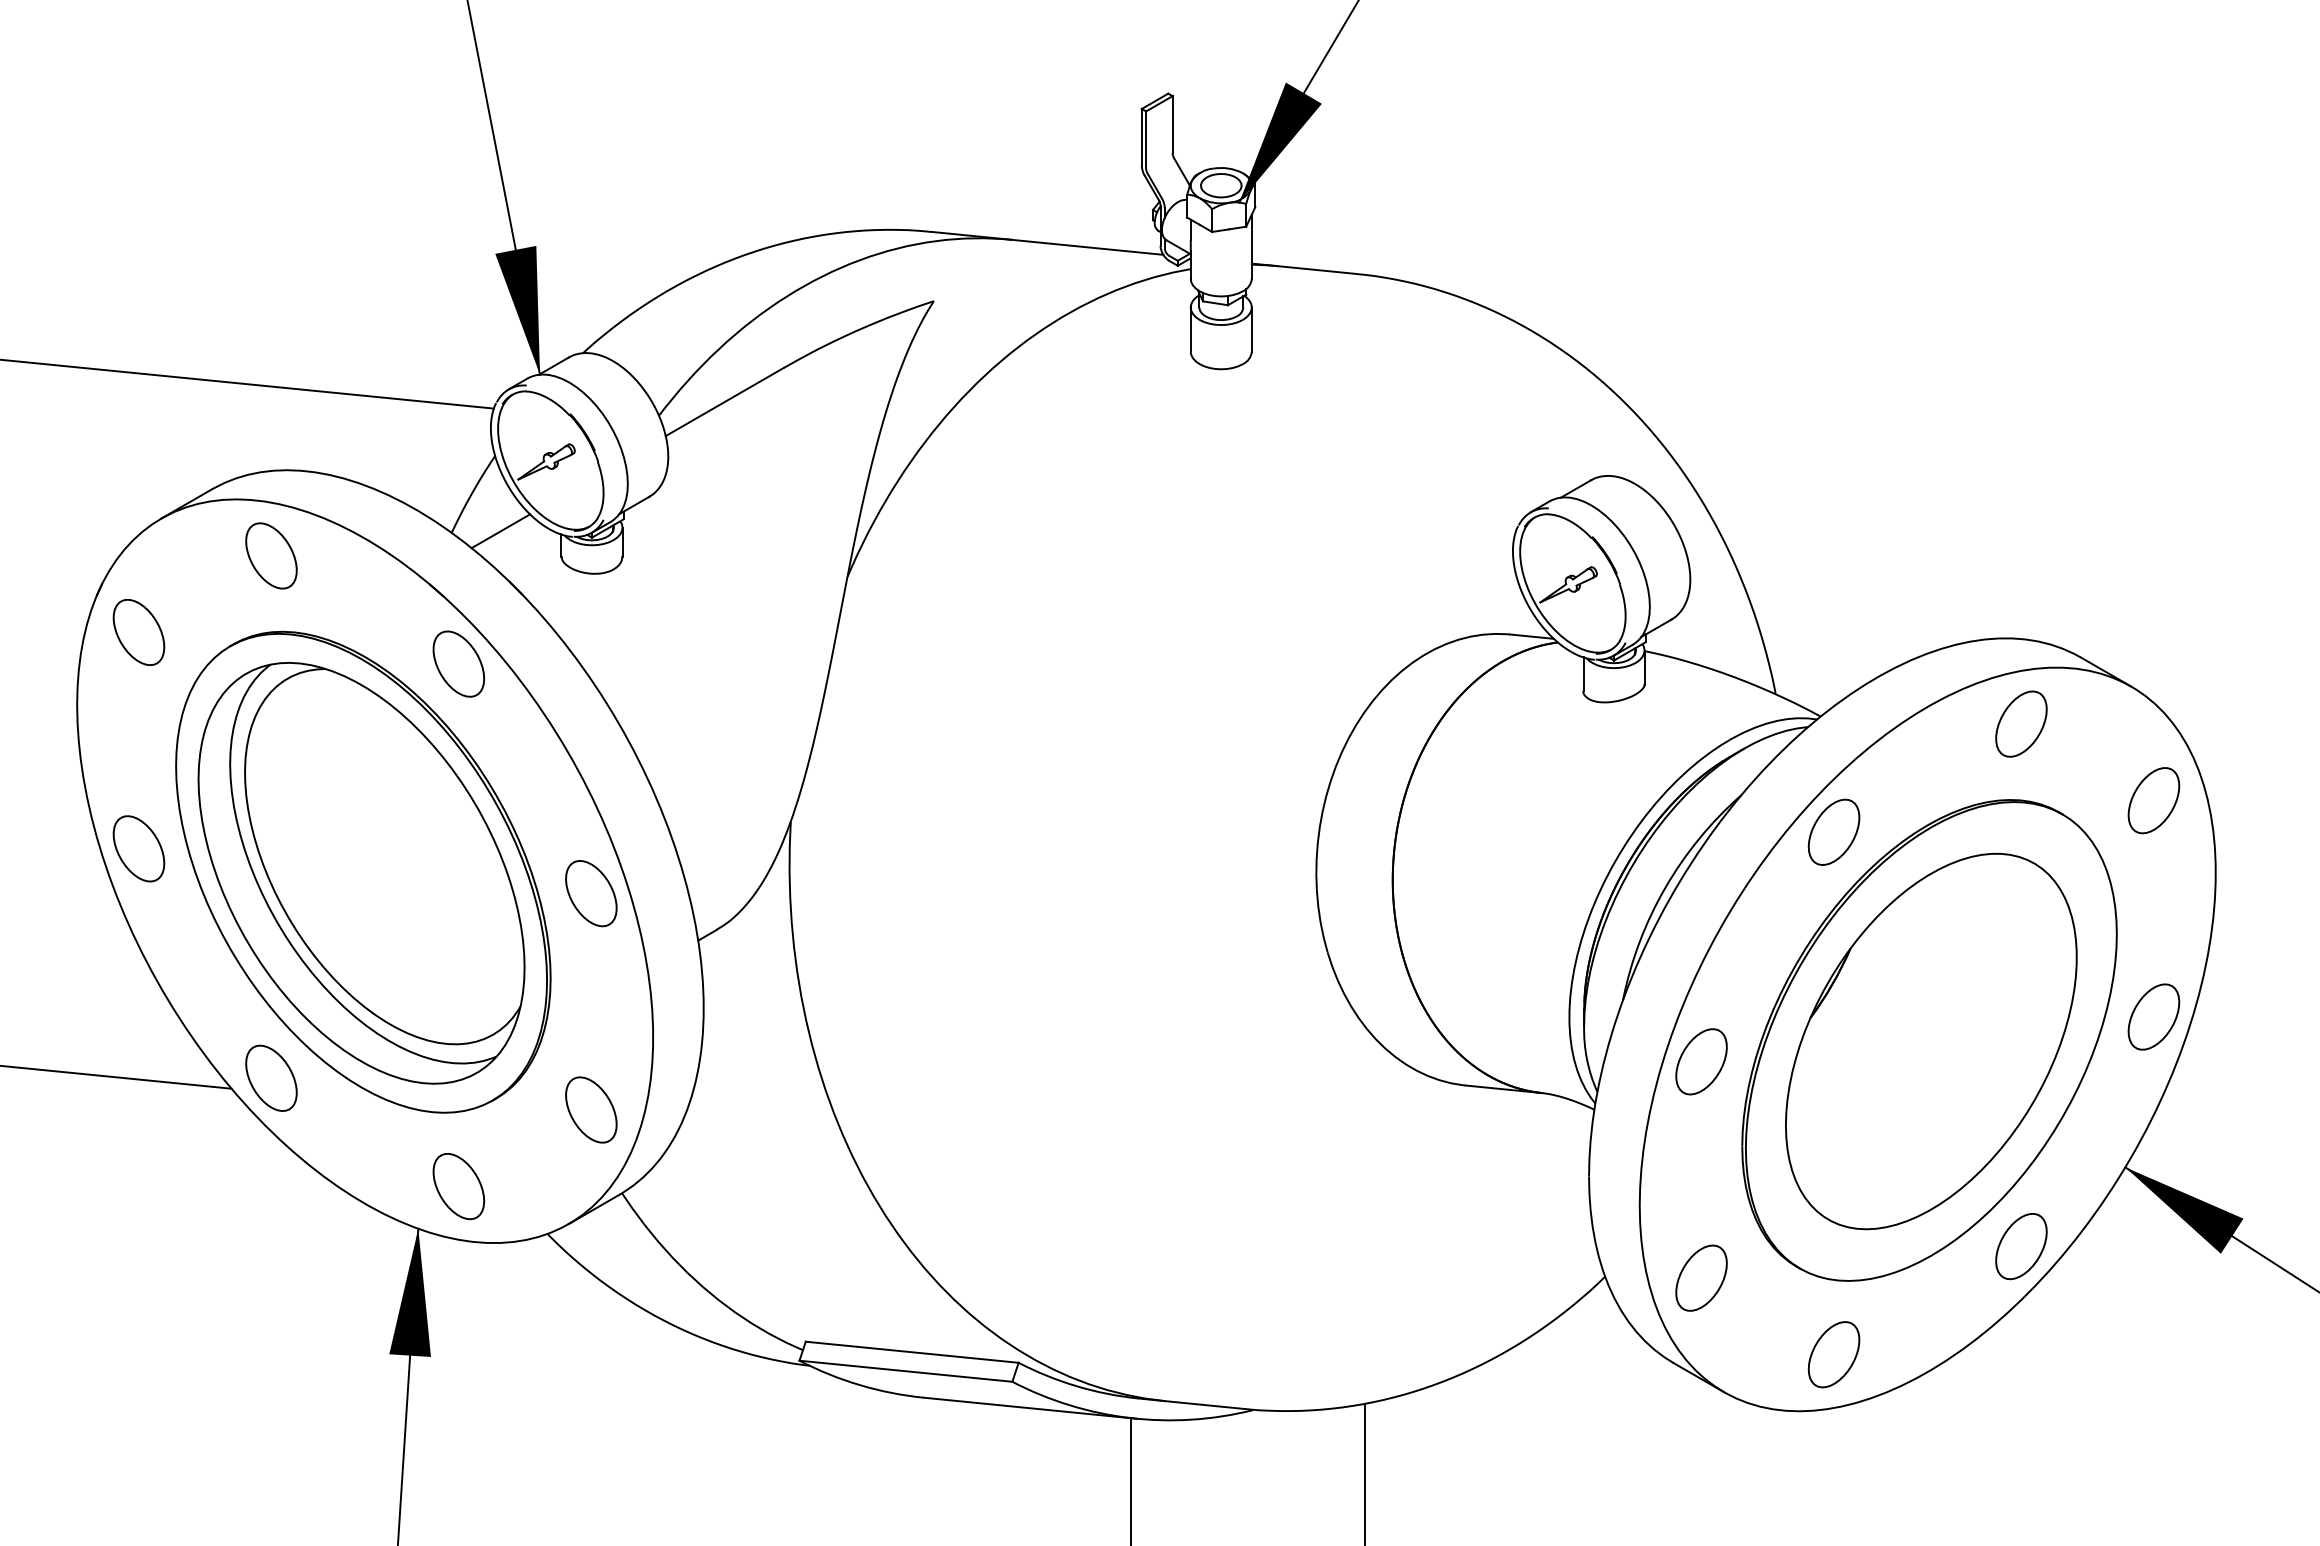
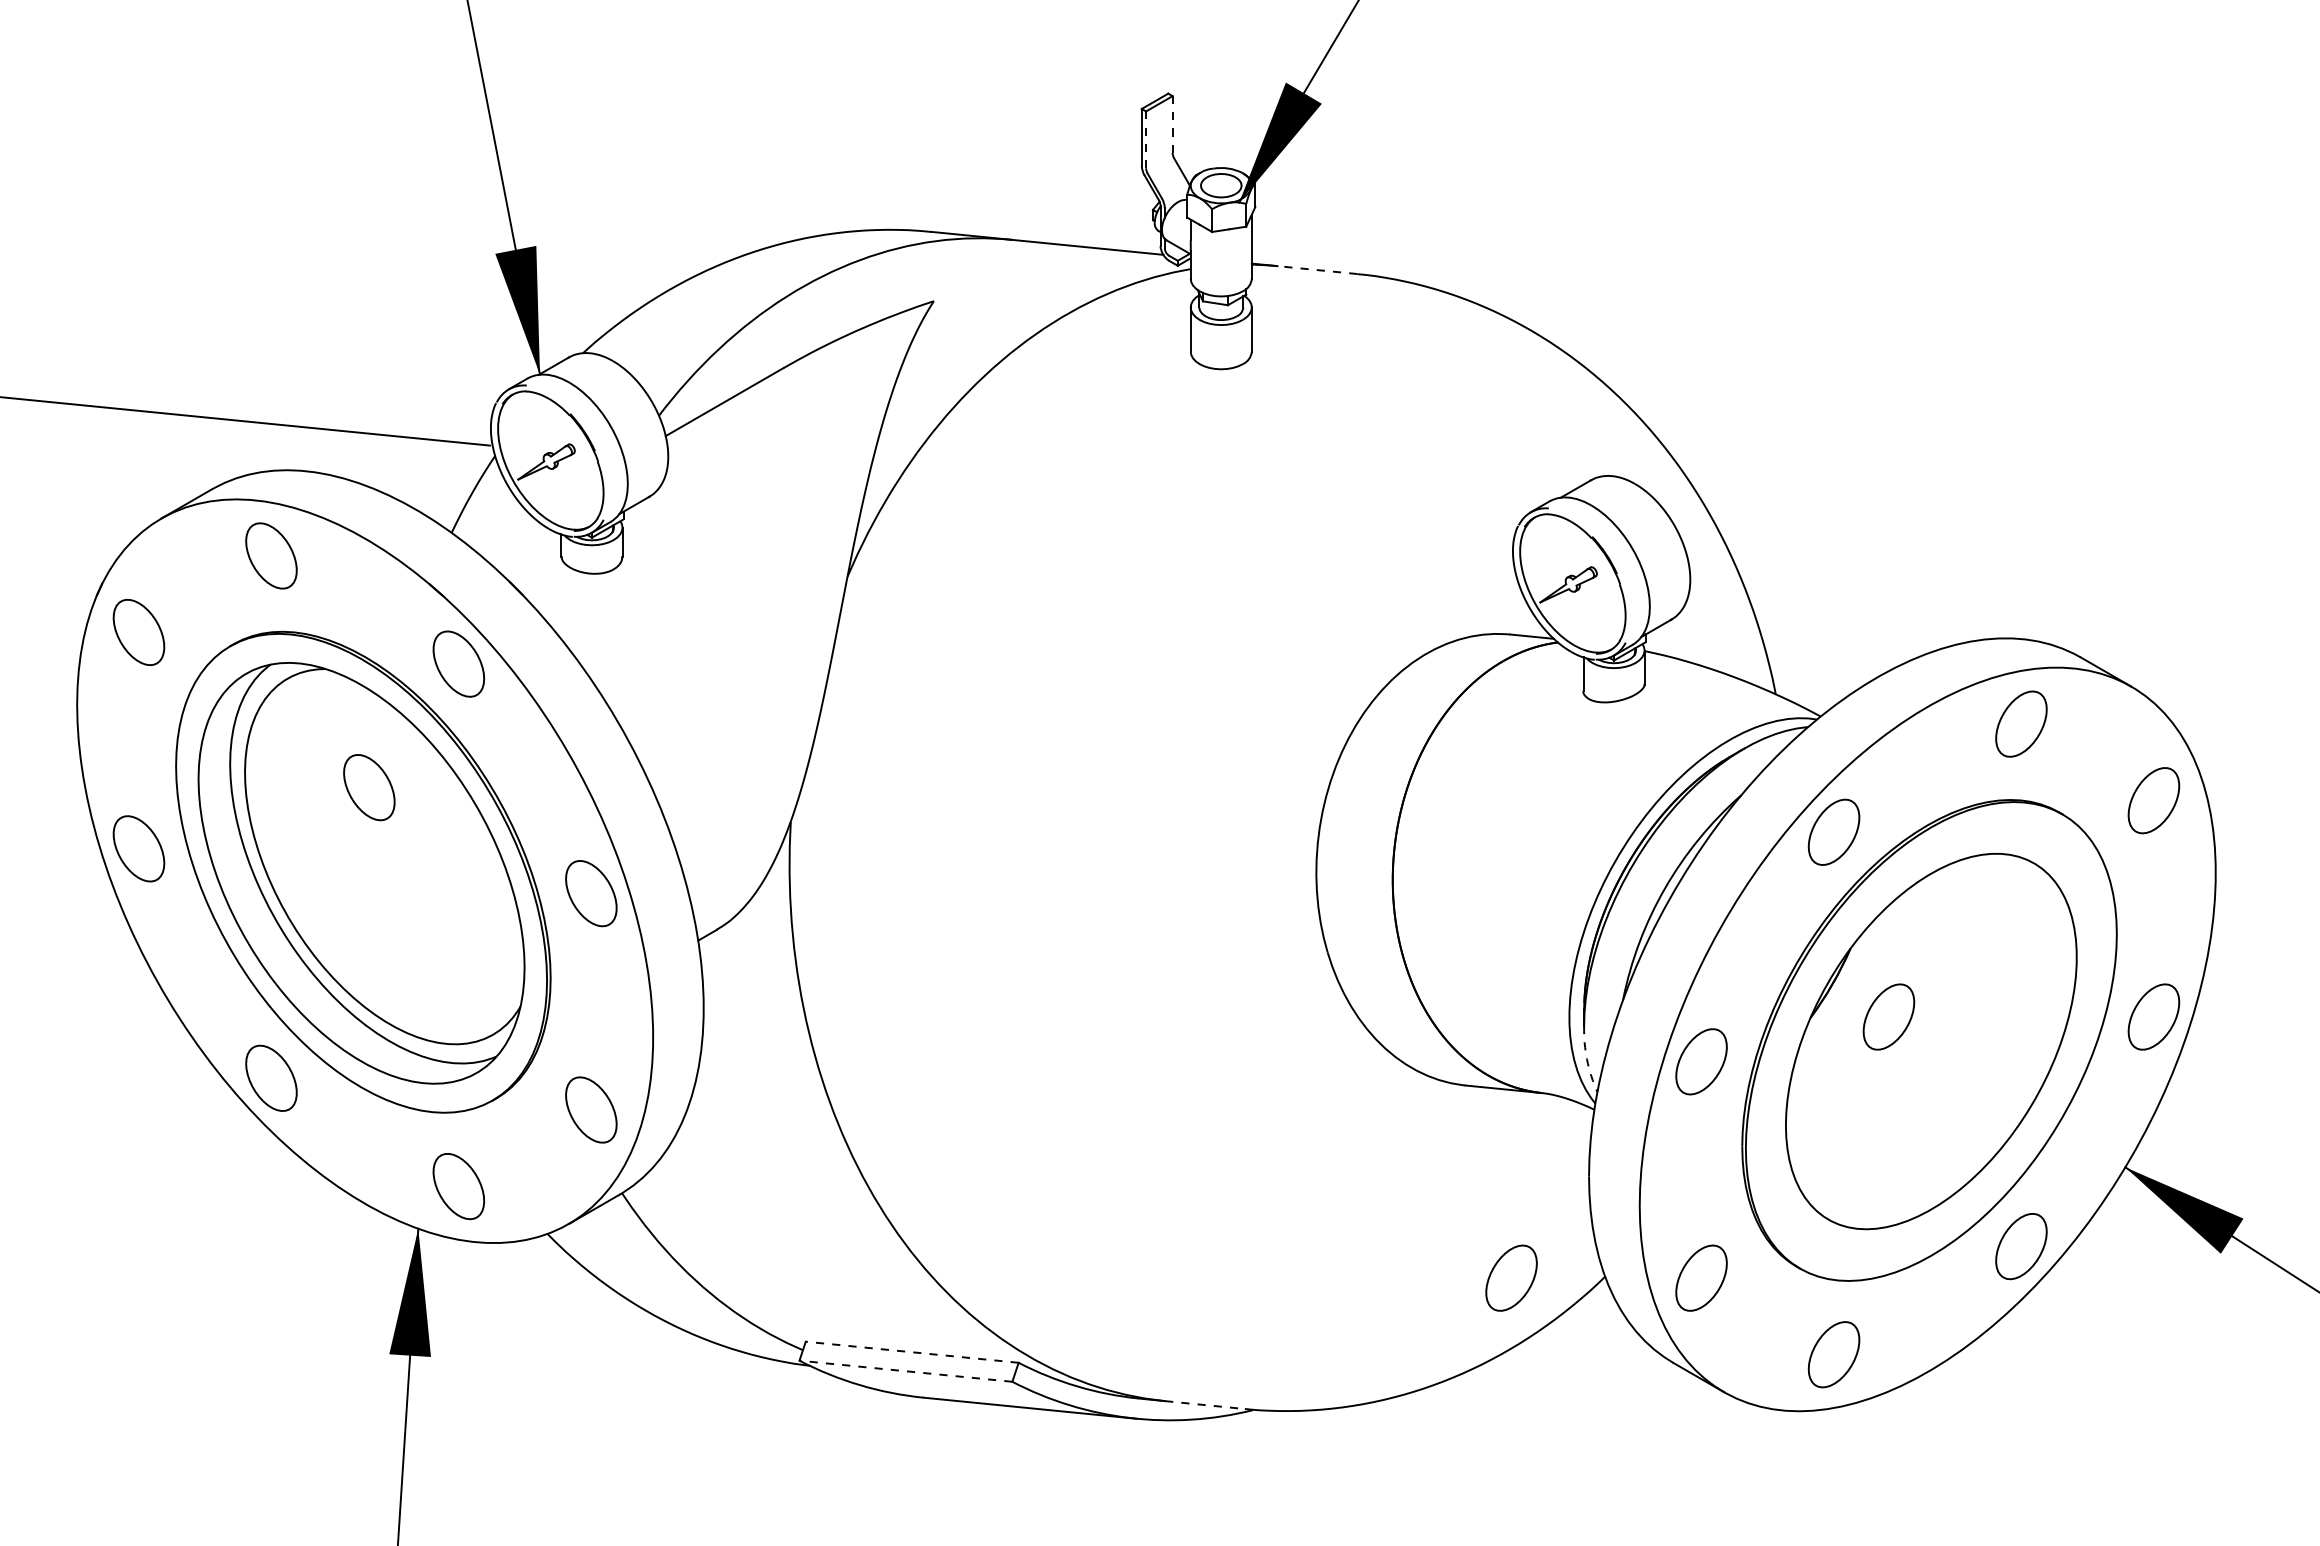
line at (1172, 124): solid -> dashed
line at (1146, 139): solid -> dashed
line at (1316, 270): solid -> dashed
line at (247, 383) position: (247, 383) -> (245, 421)
line at (500, 531): present -> none
part at (369, 787): none -> present
part at (1888, 1016): none -> present
arc at (1587, 1059): solid -> dashed
line at (116, 1077): present -> none
part at (1511, 1277): none -> present
line at (912, 1352): solid -> dashed
line at (905, 1371): solid -> dashed
line at (1205, 1405): solid -> dashed
line at (1365, 1472): present -> none
line at (1130, 1480): present -> none
